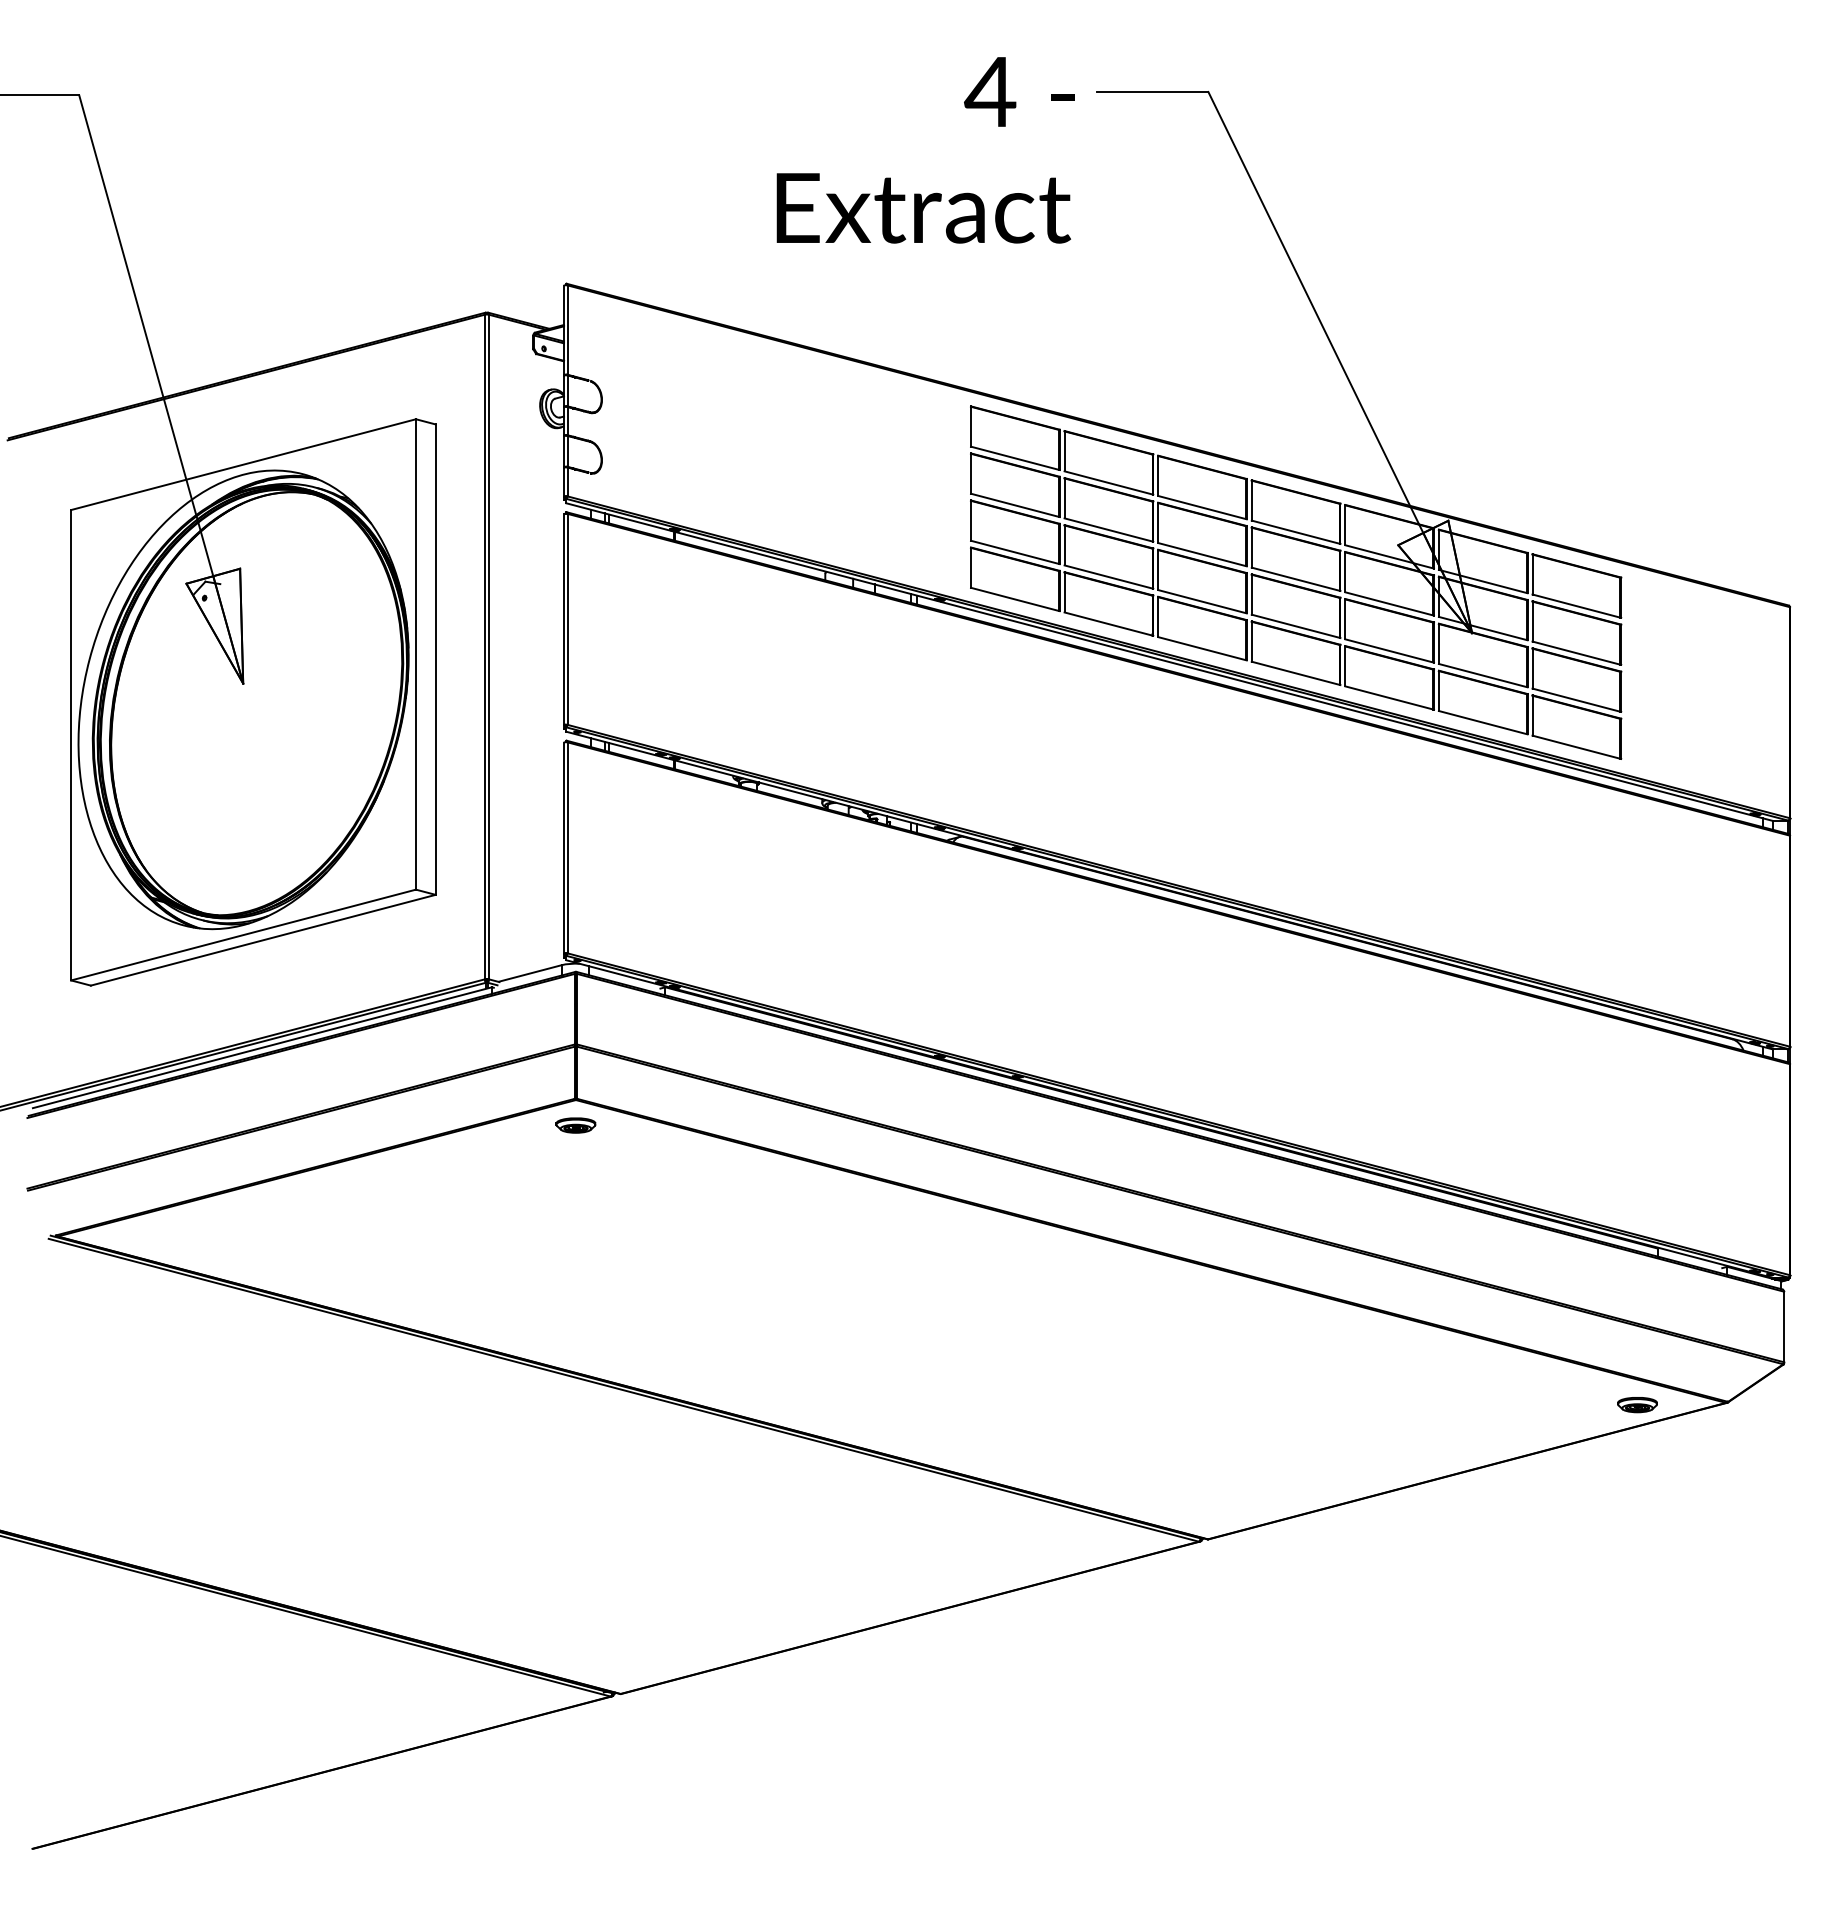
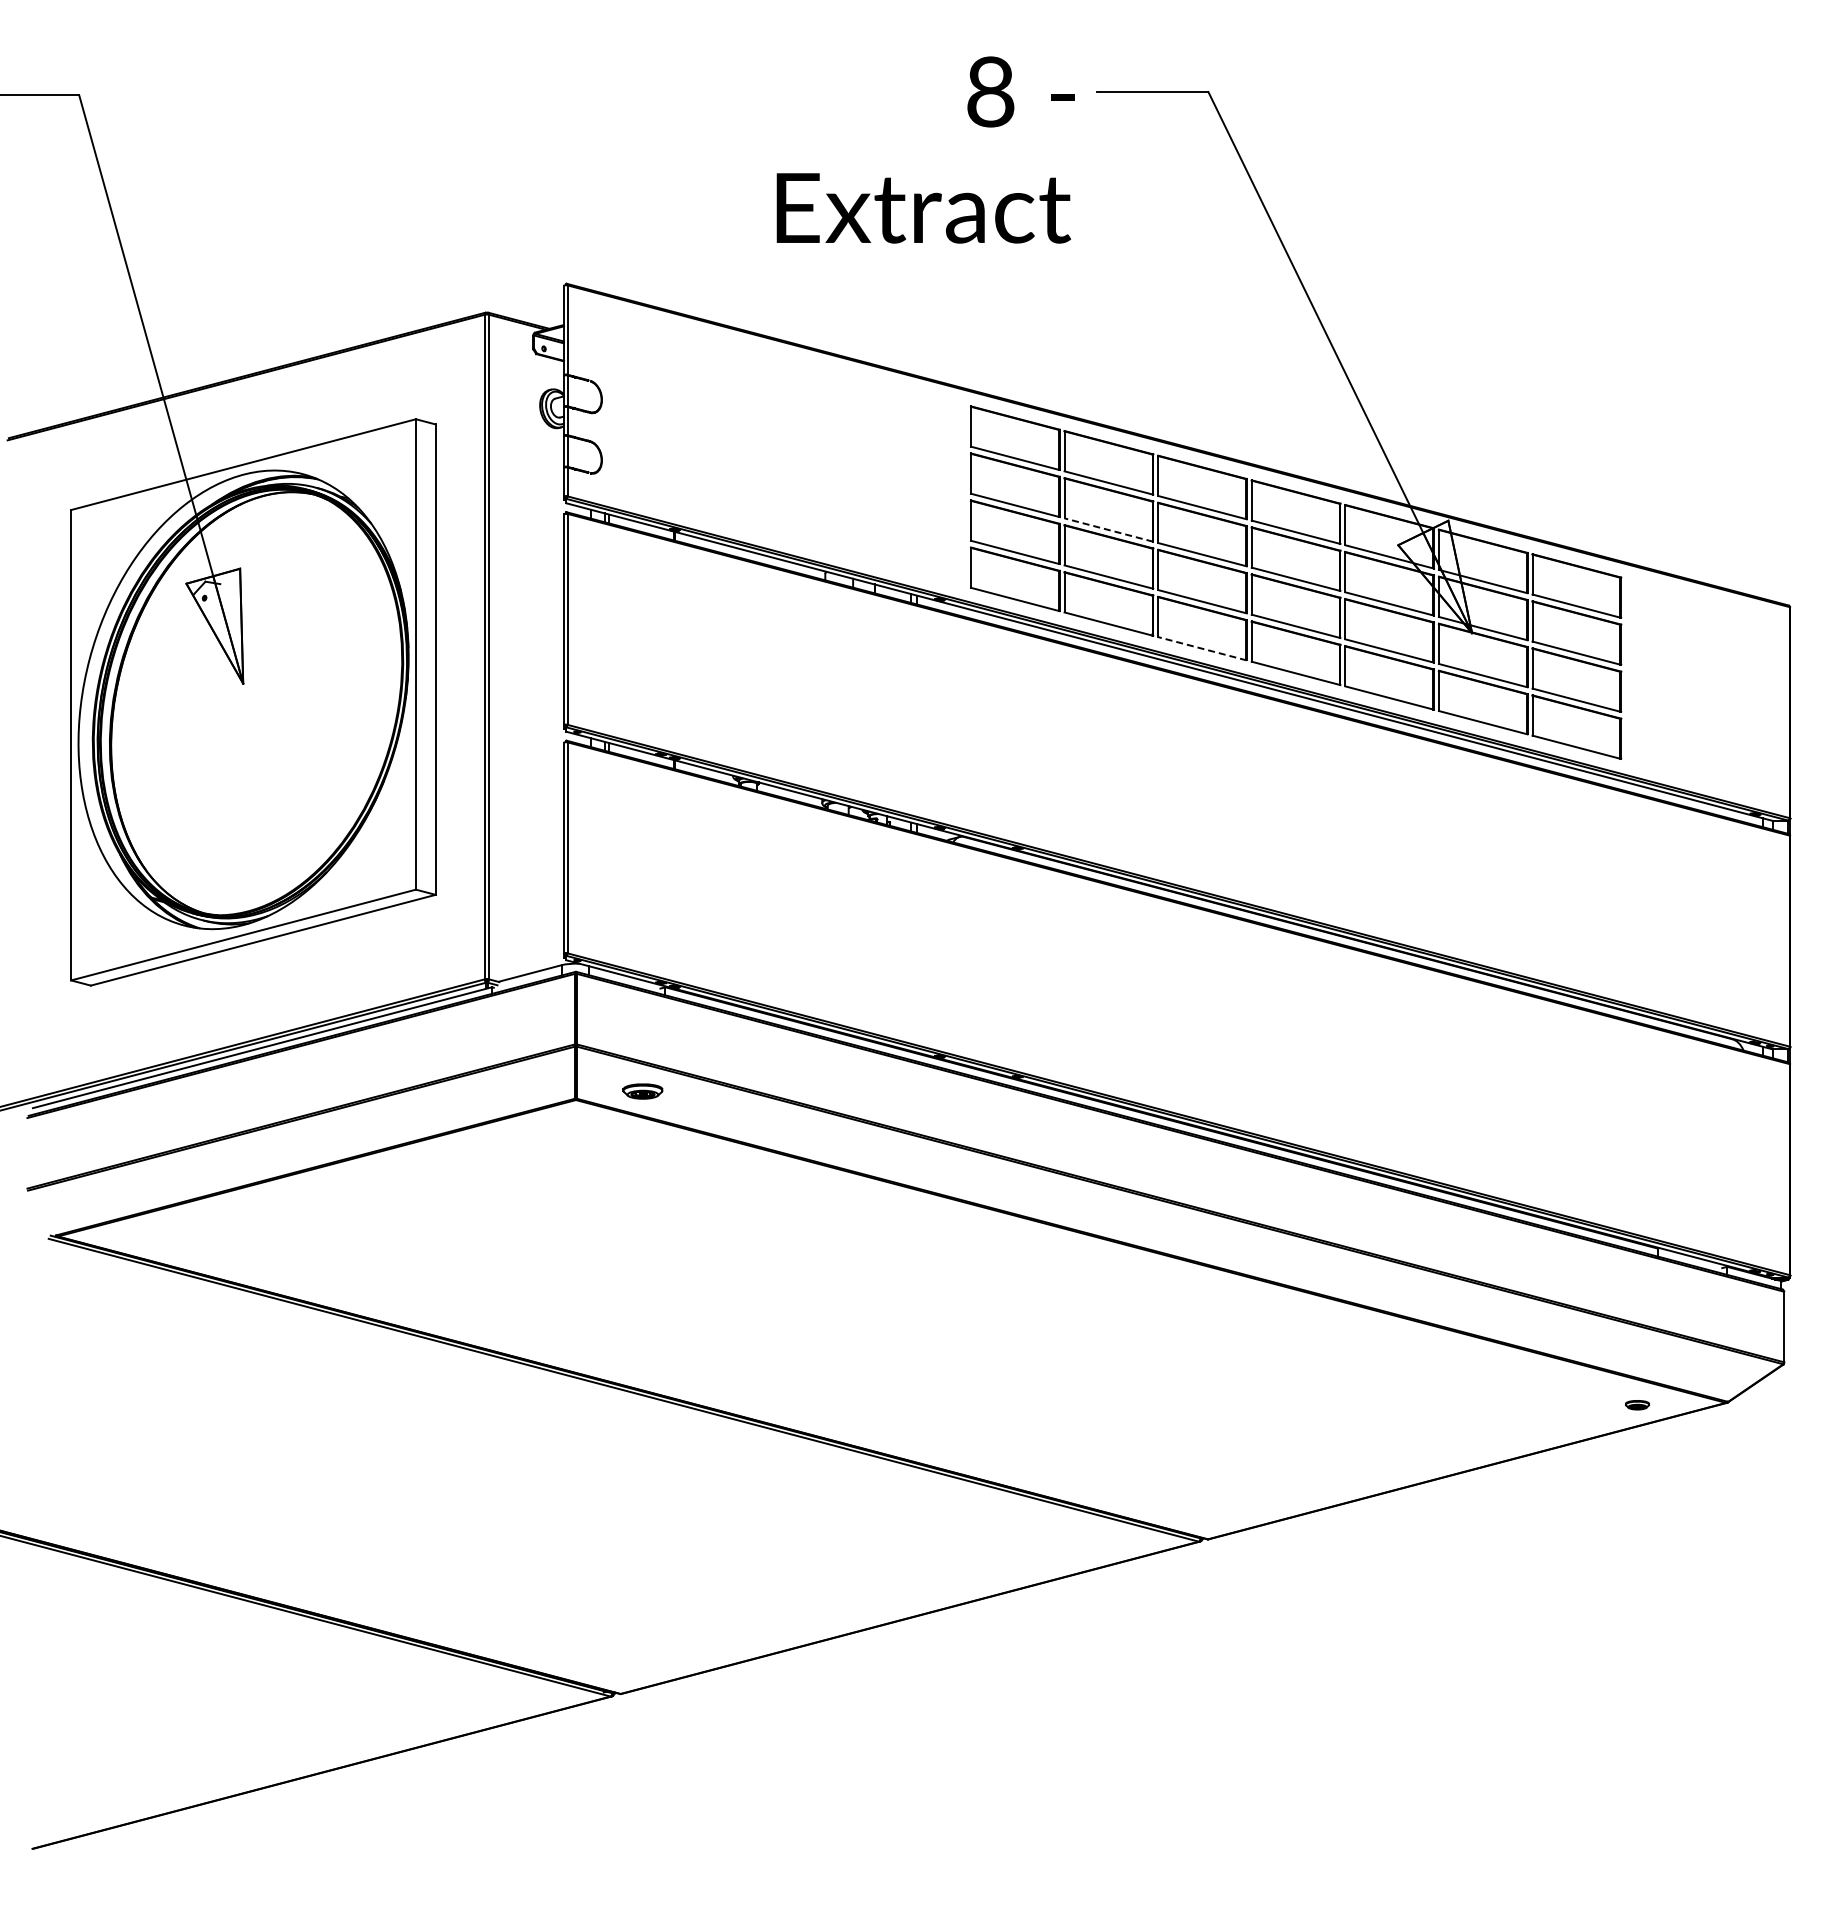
text at (990, 91): 4 -> 8
line at (1108, 530): solid -> dashed
line at (1202, 648): solid -> dashed
part at (575, 1125) position: (575, 1125) -> (642, 1091)
part at (1637, 1405) size: 41x17 px -> 26x11 px
